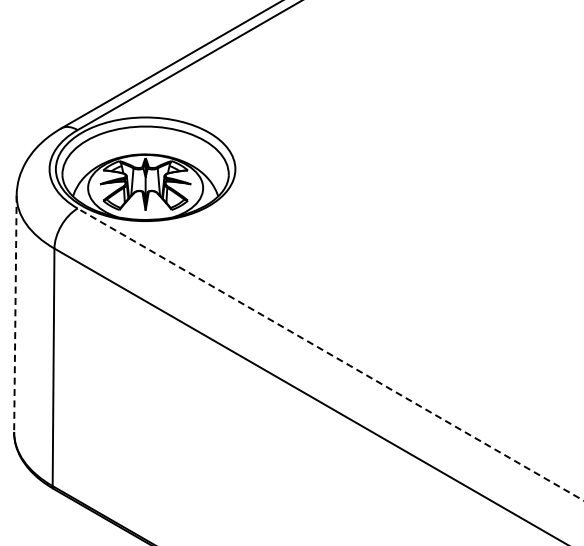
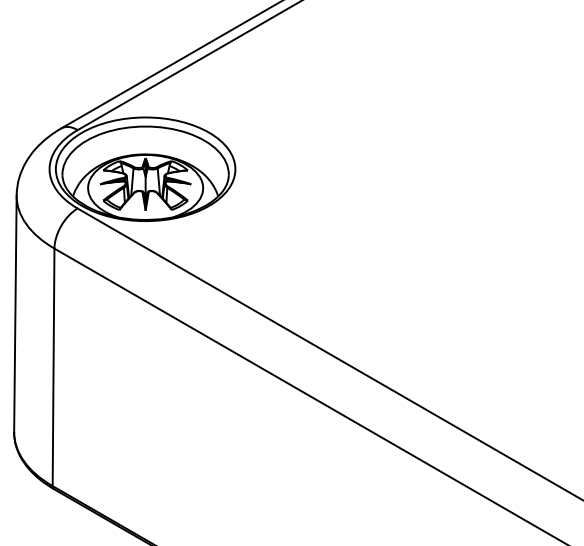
line at (15, 314): dashed -> solid
line at (330, 354): dashed -> solid
